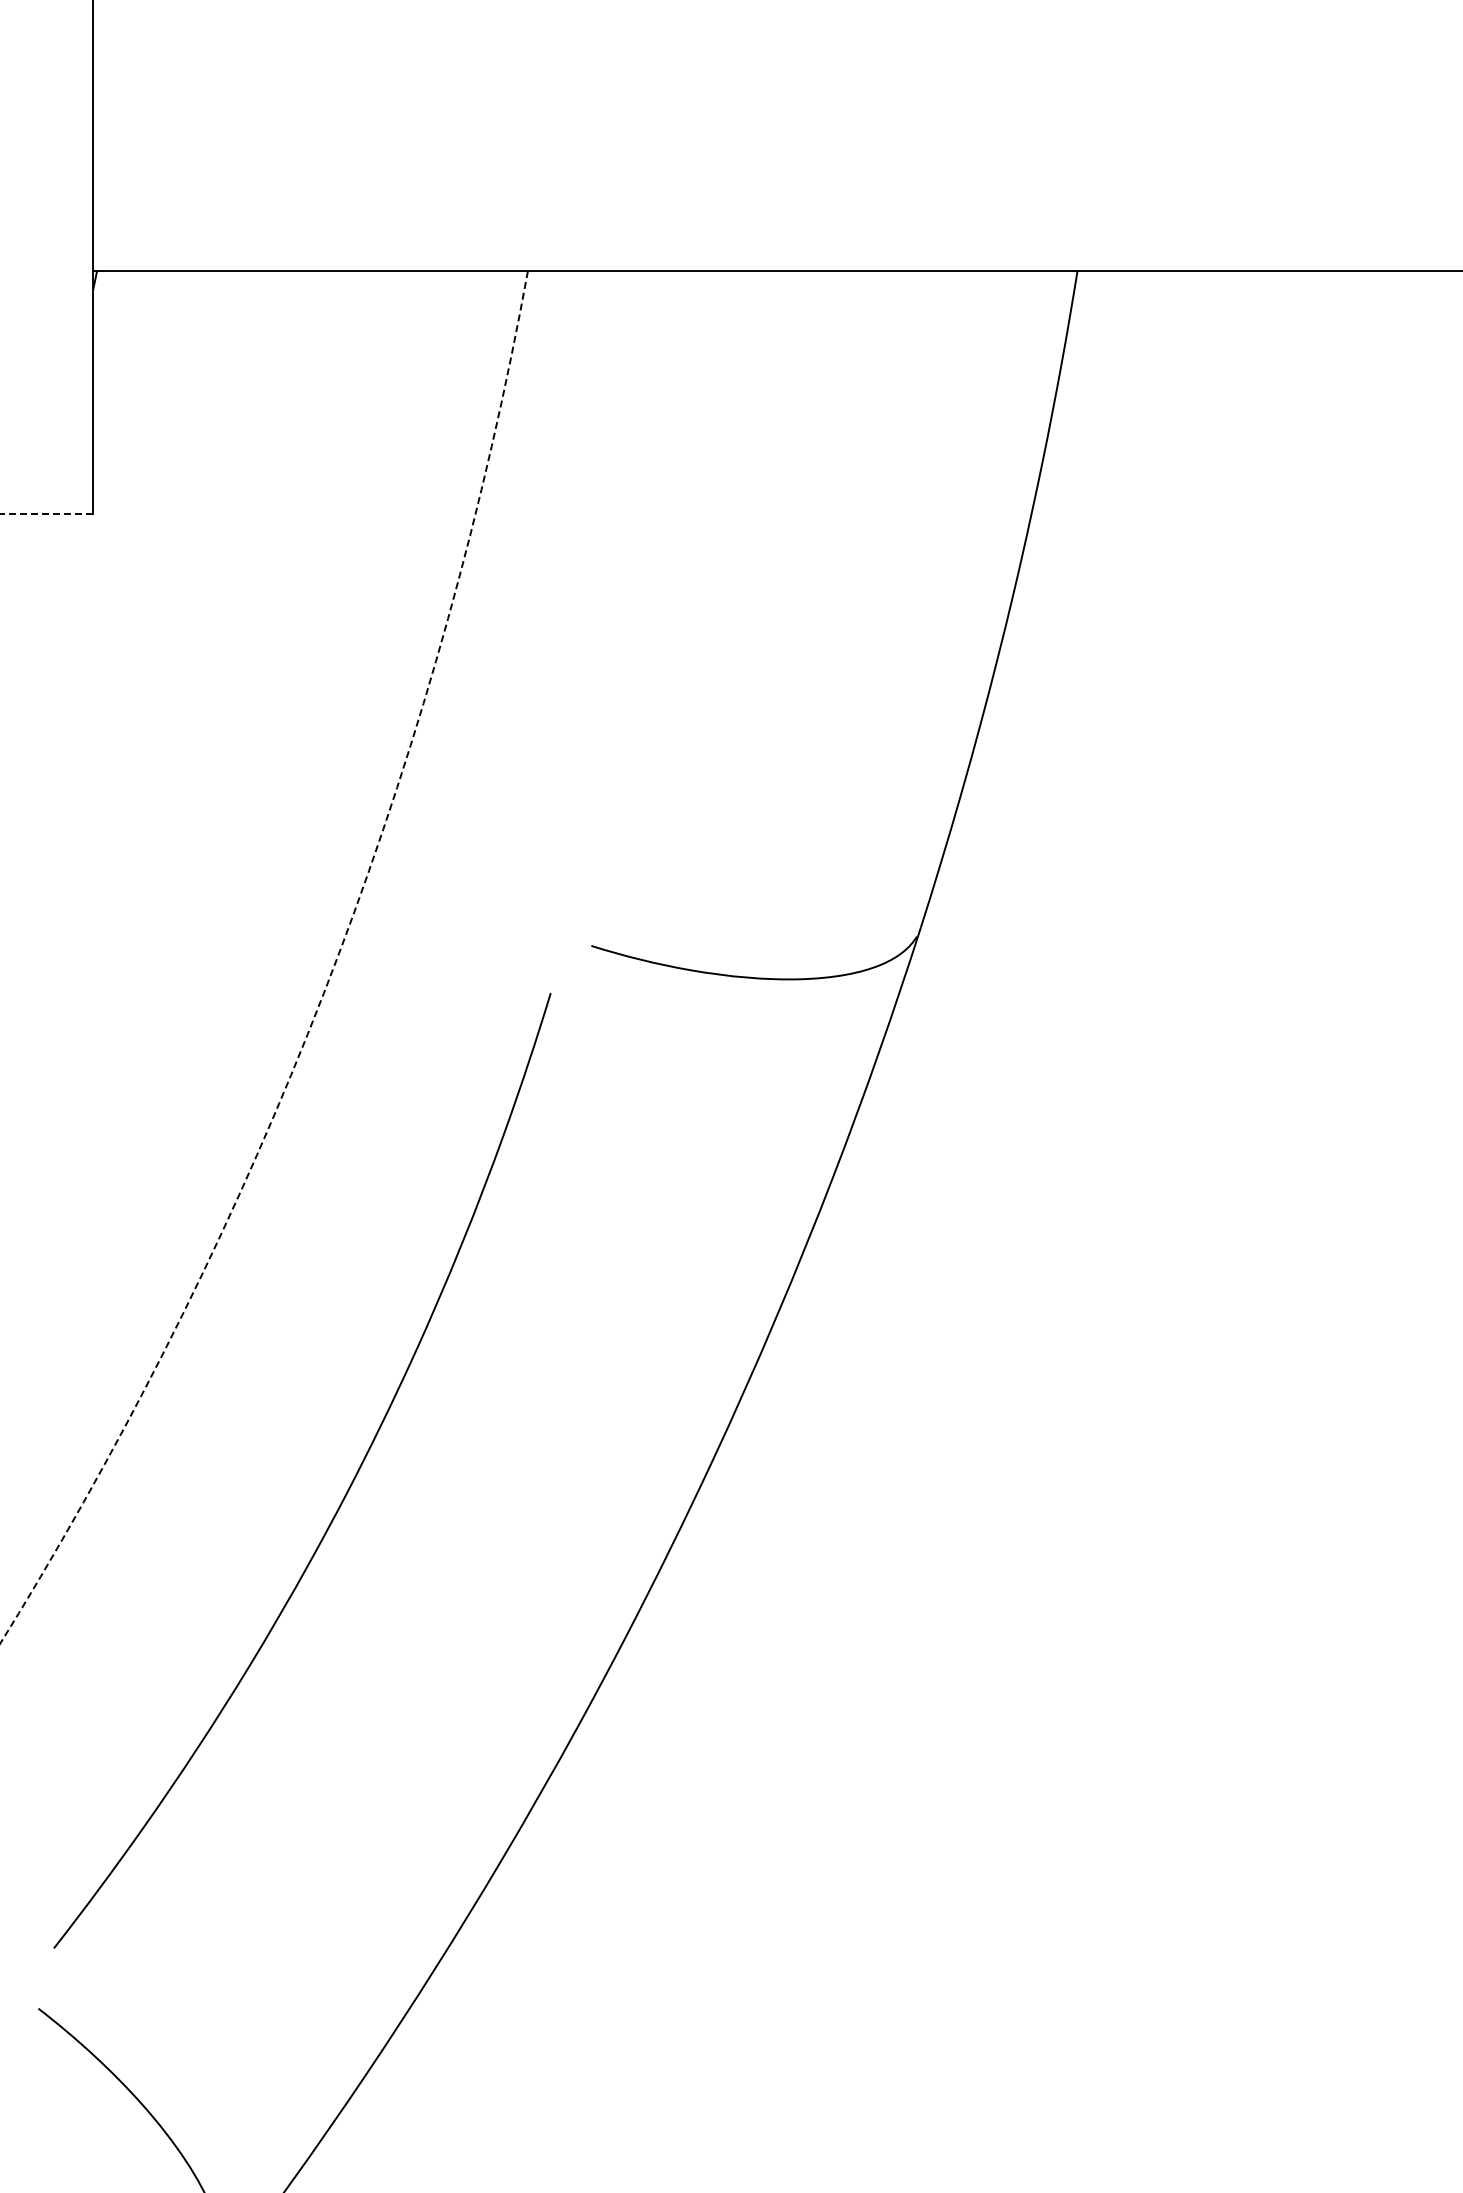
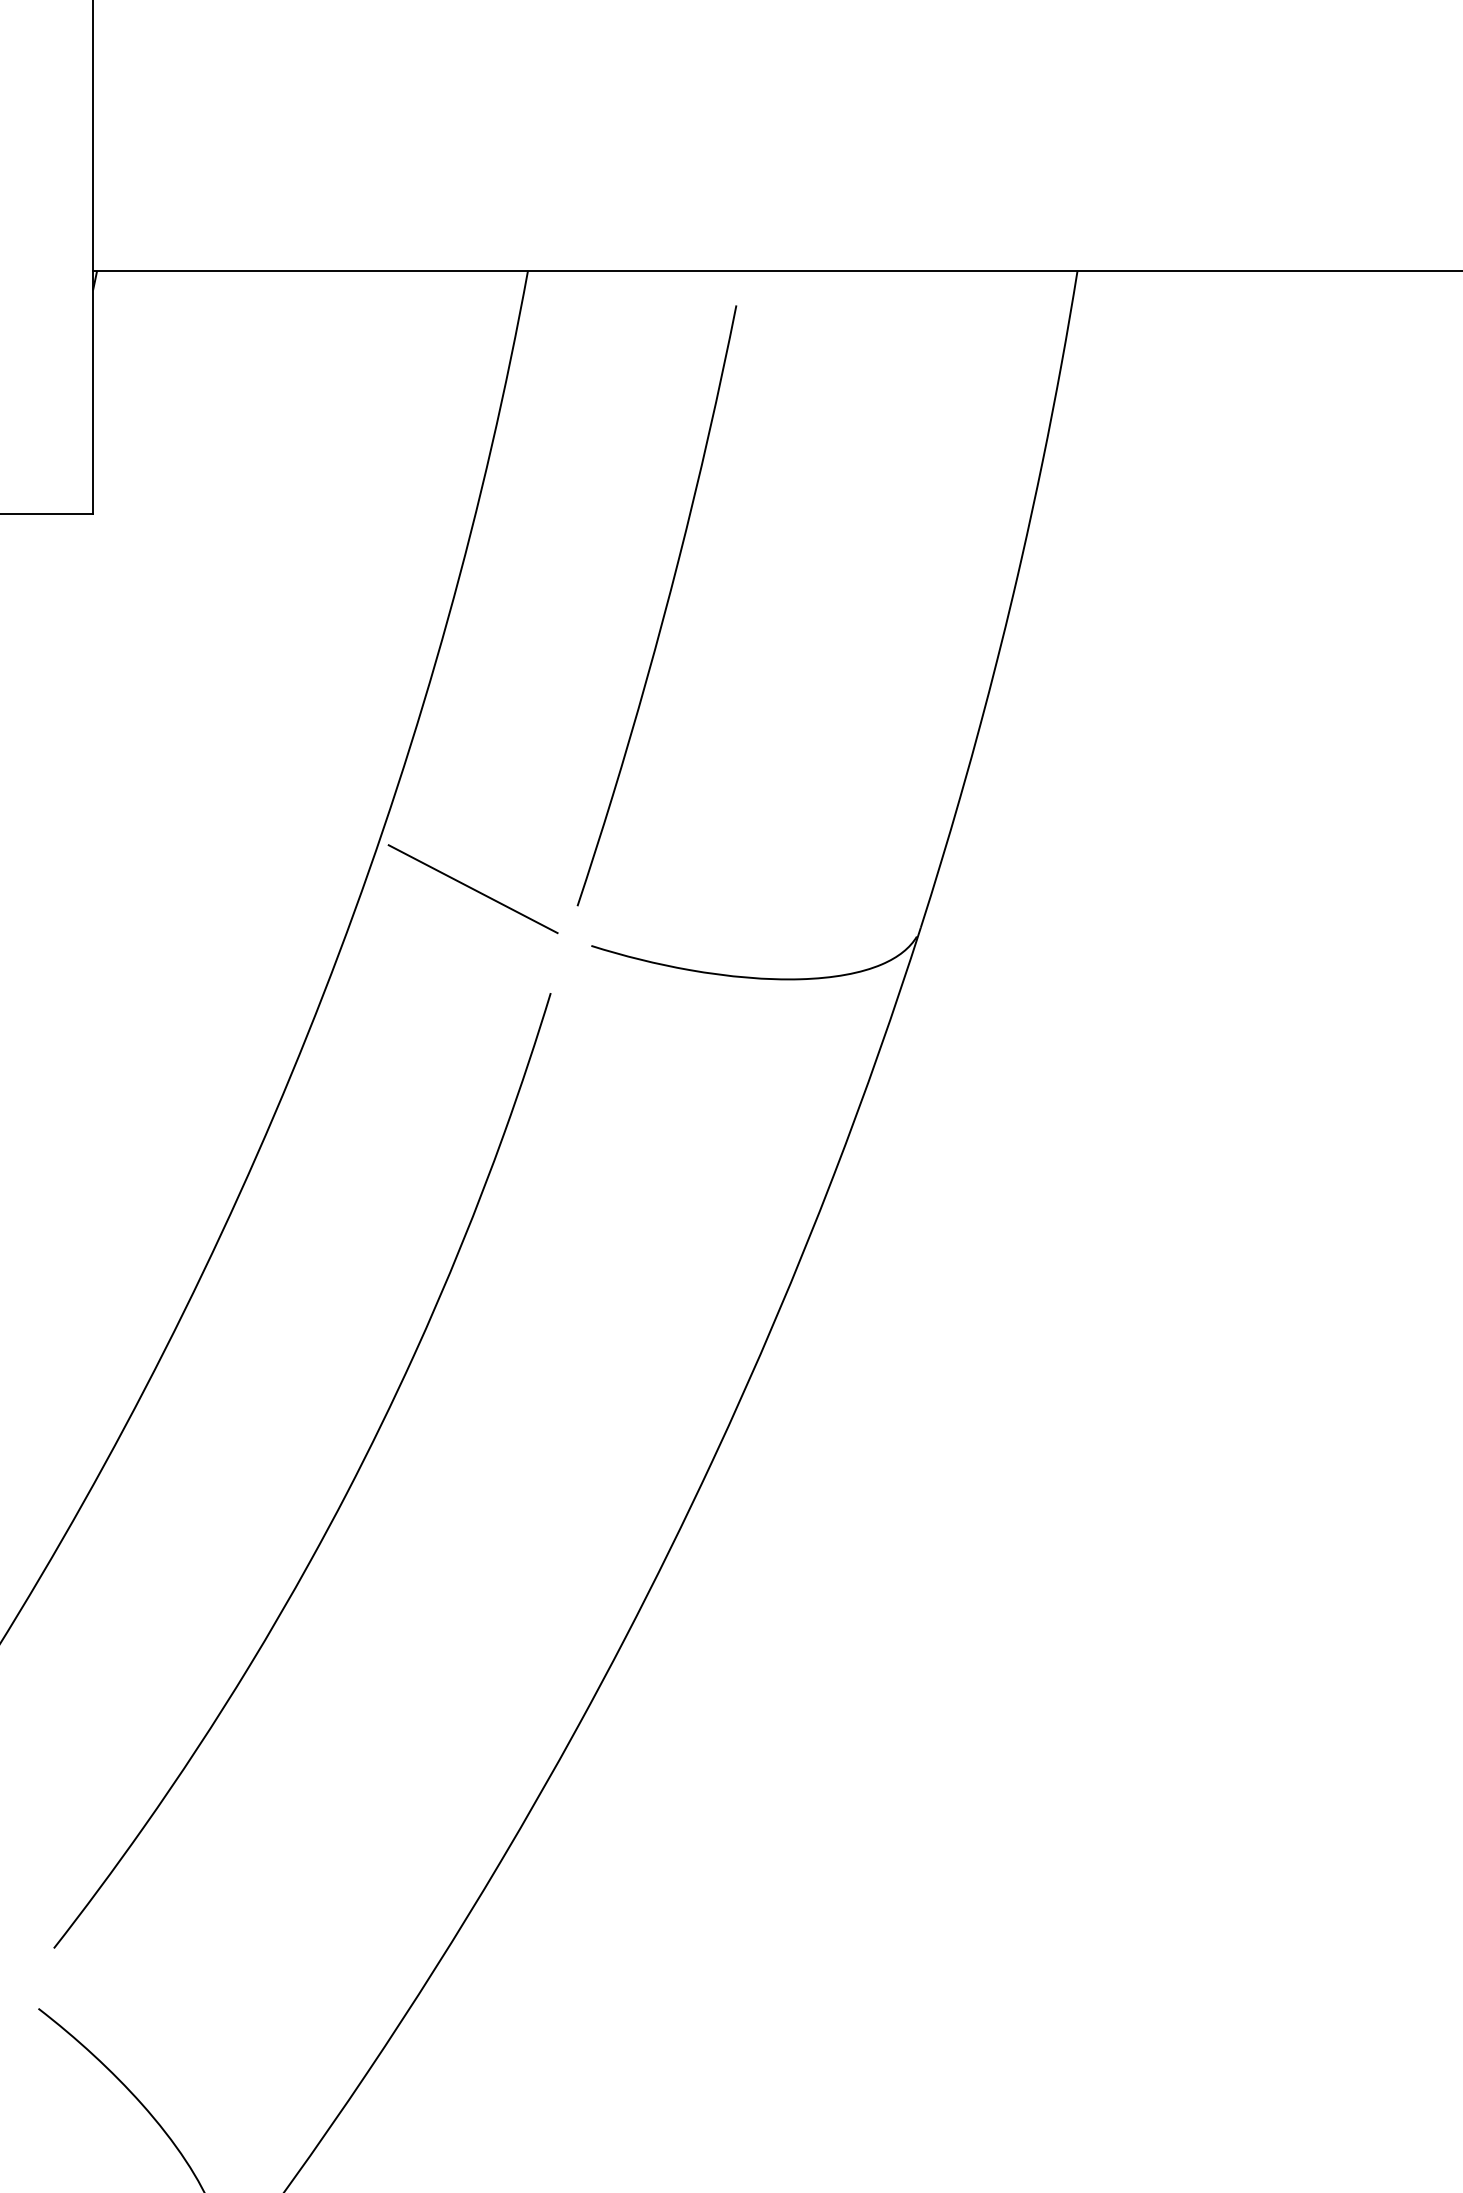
line at (46, 513): dashed -> solid
curve at (664, 609): none -> present
line at (472, 889): none -> present
arc at (328, 981): dashed -> solid
